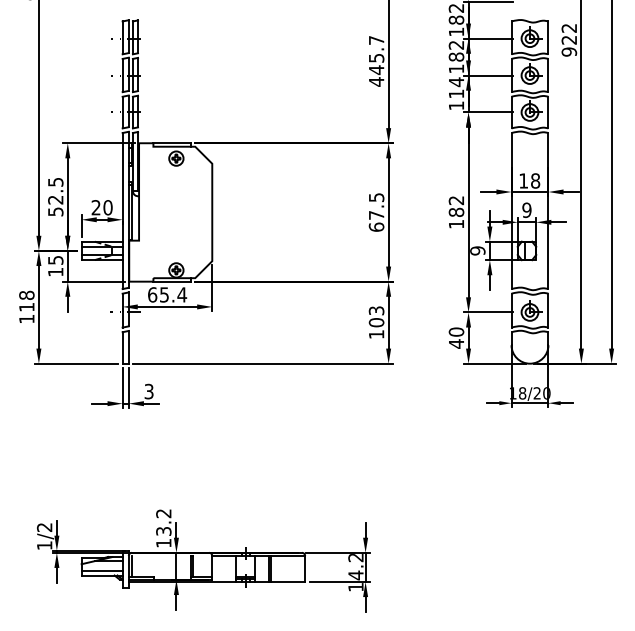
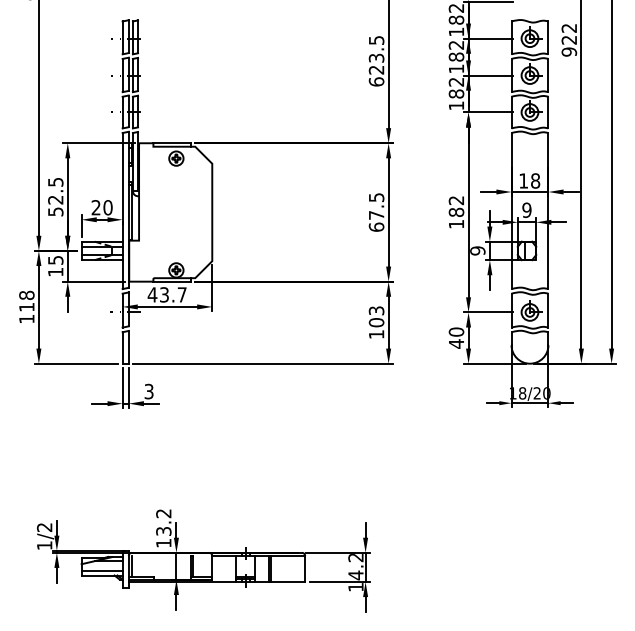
text at (376, 61): 445.7 -> 623.5
text at (456, 87): 114 -> 182
text at (167, 294): 65.4 -> 43.7
